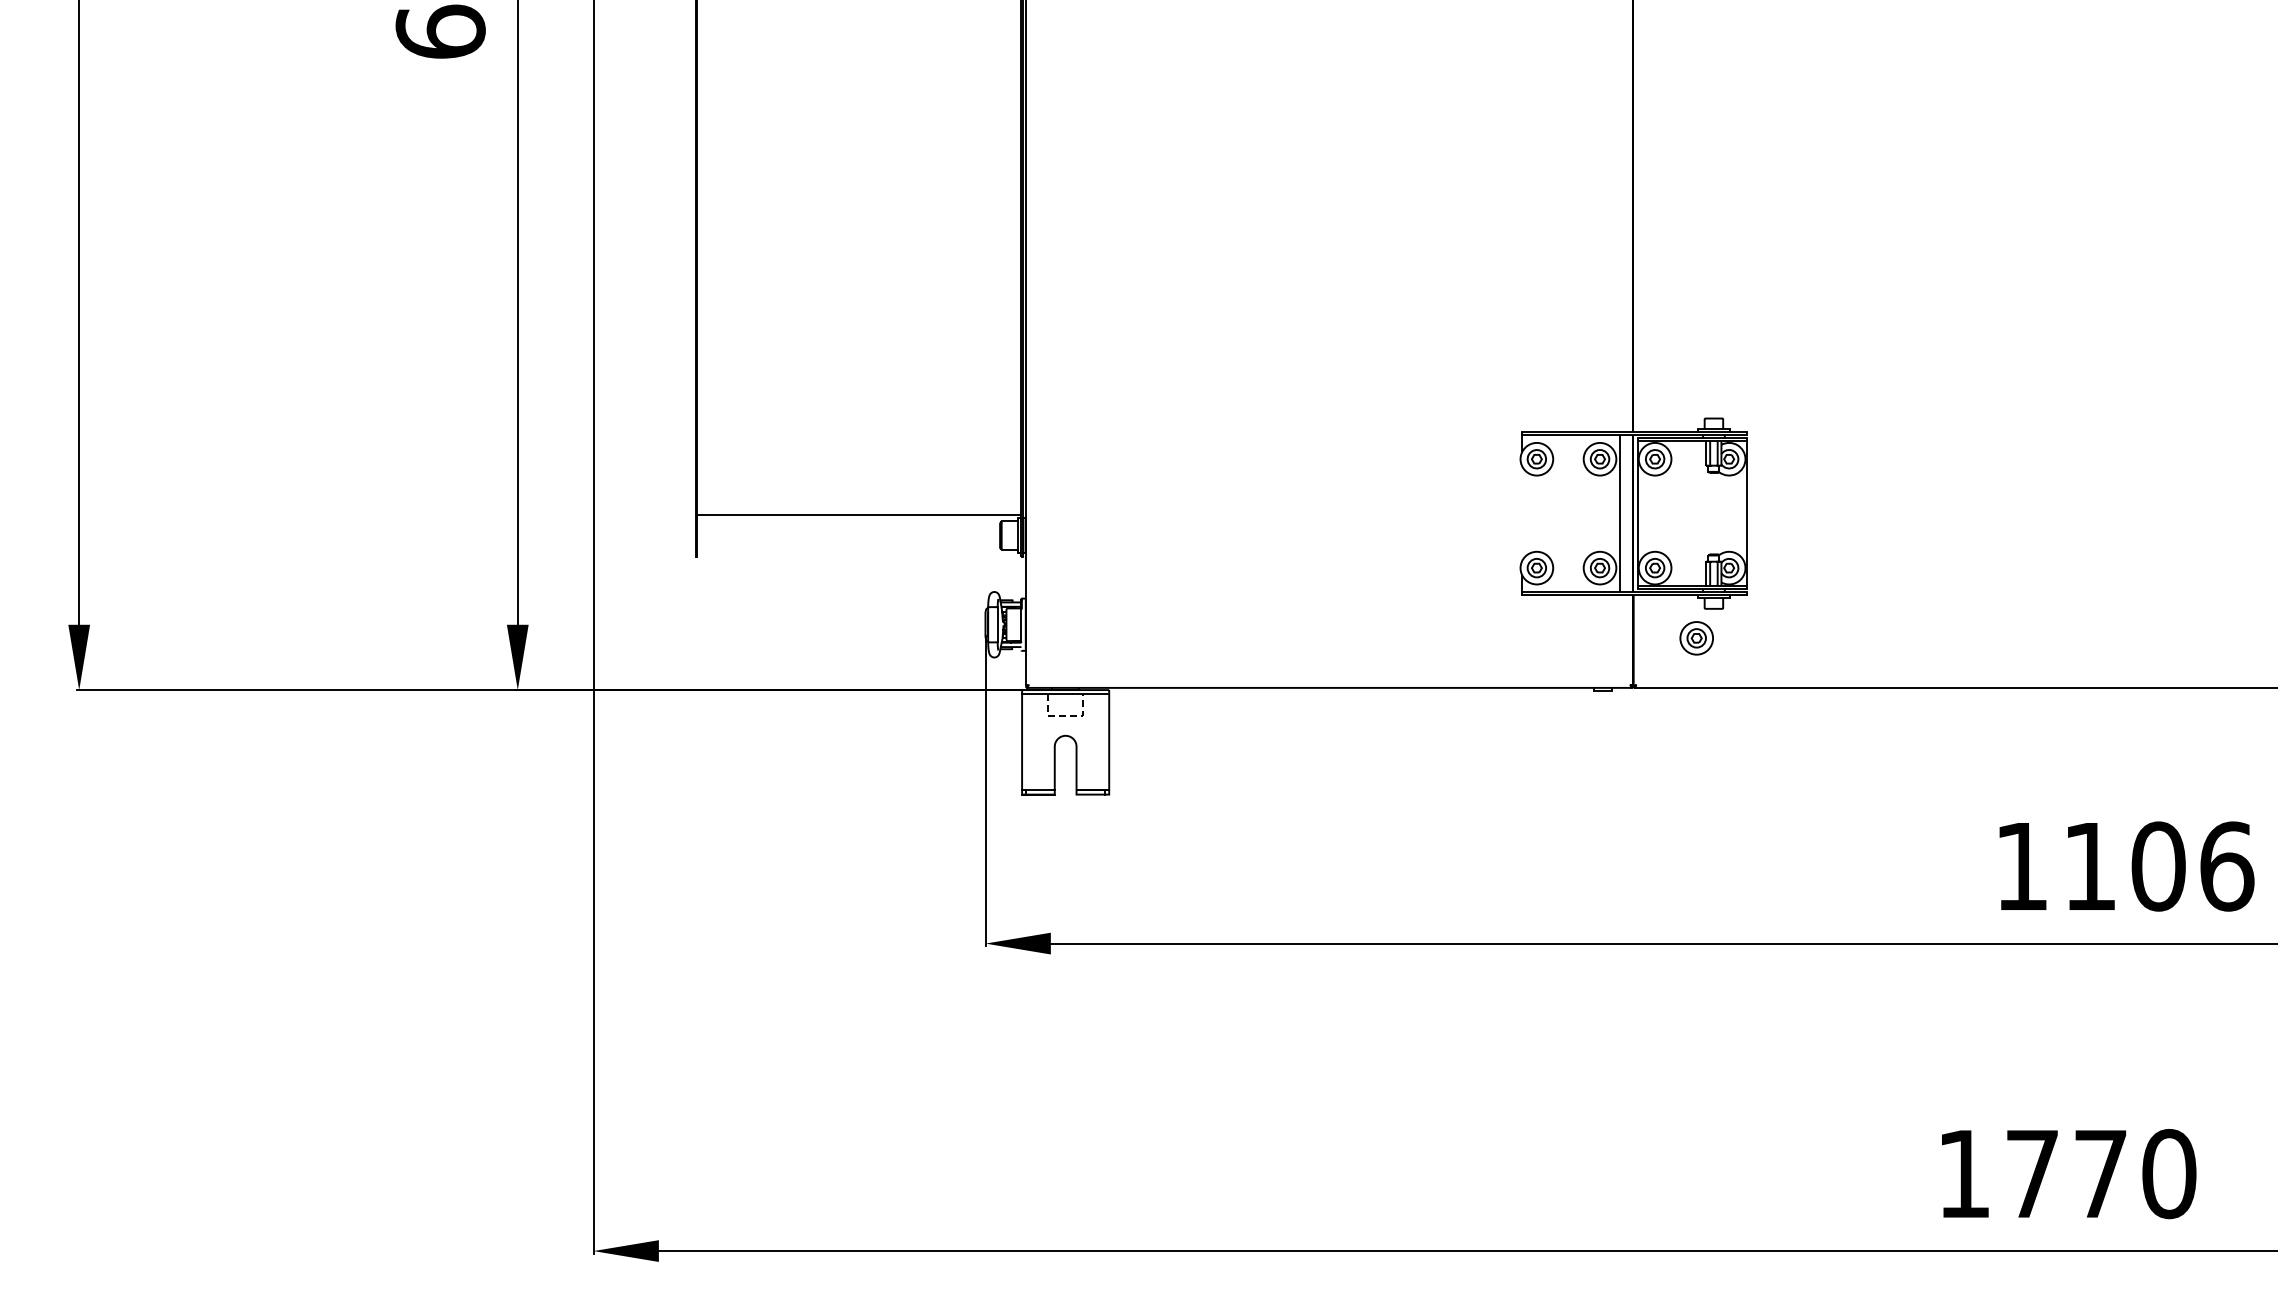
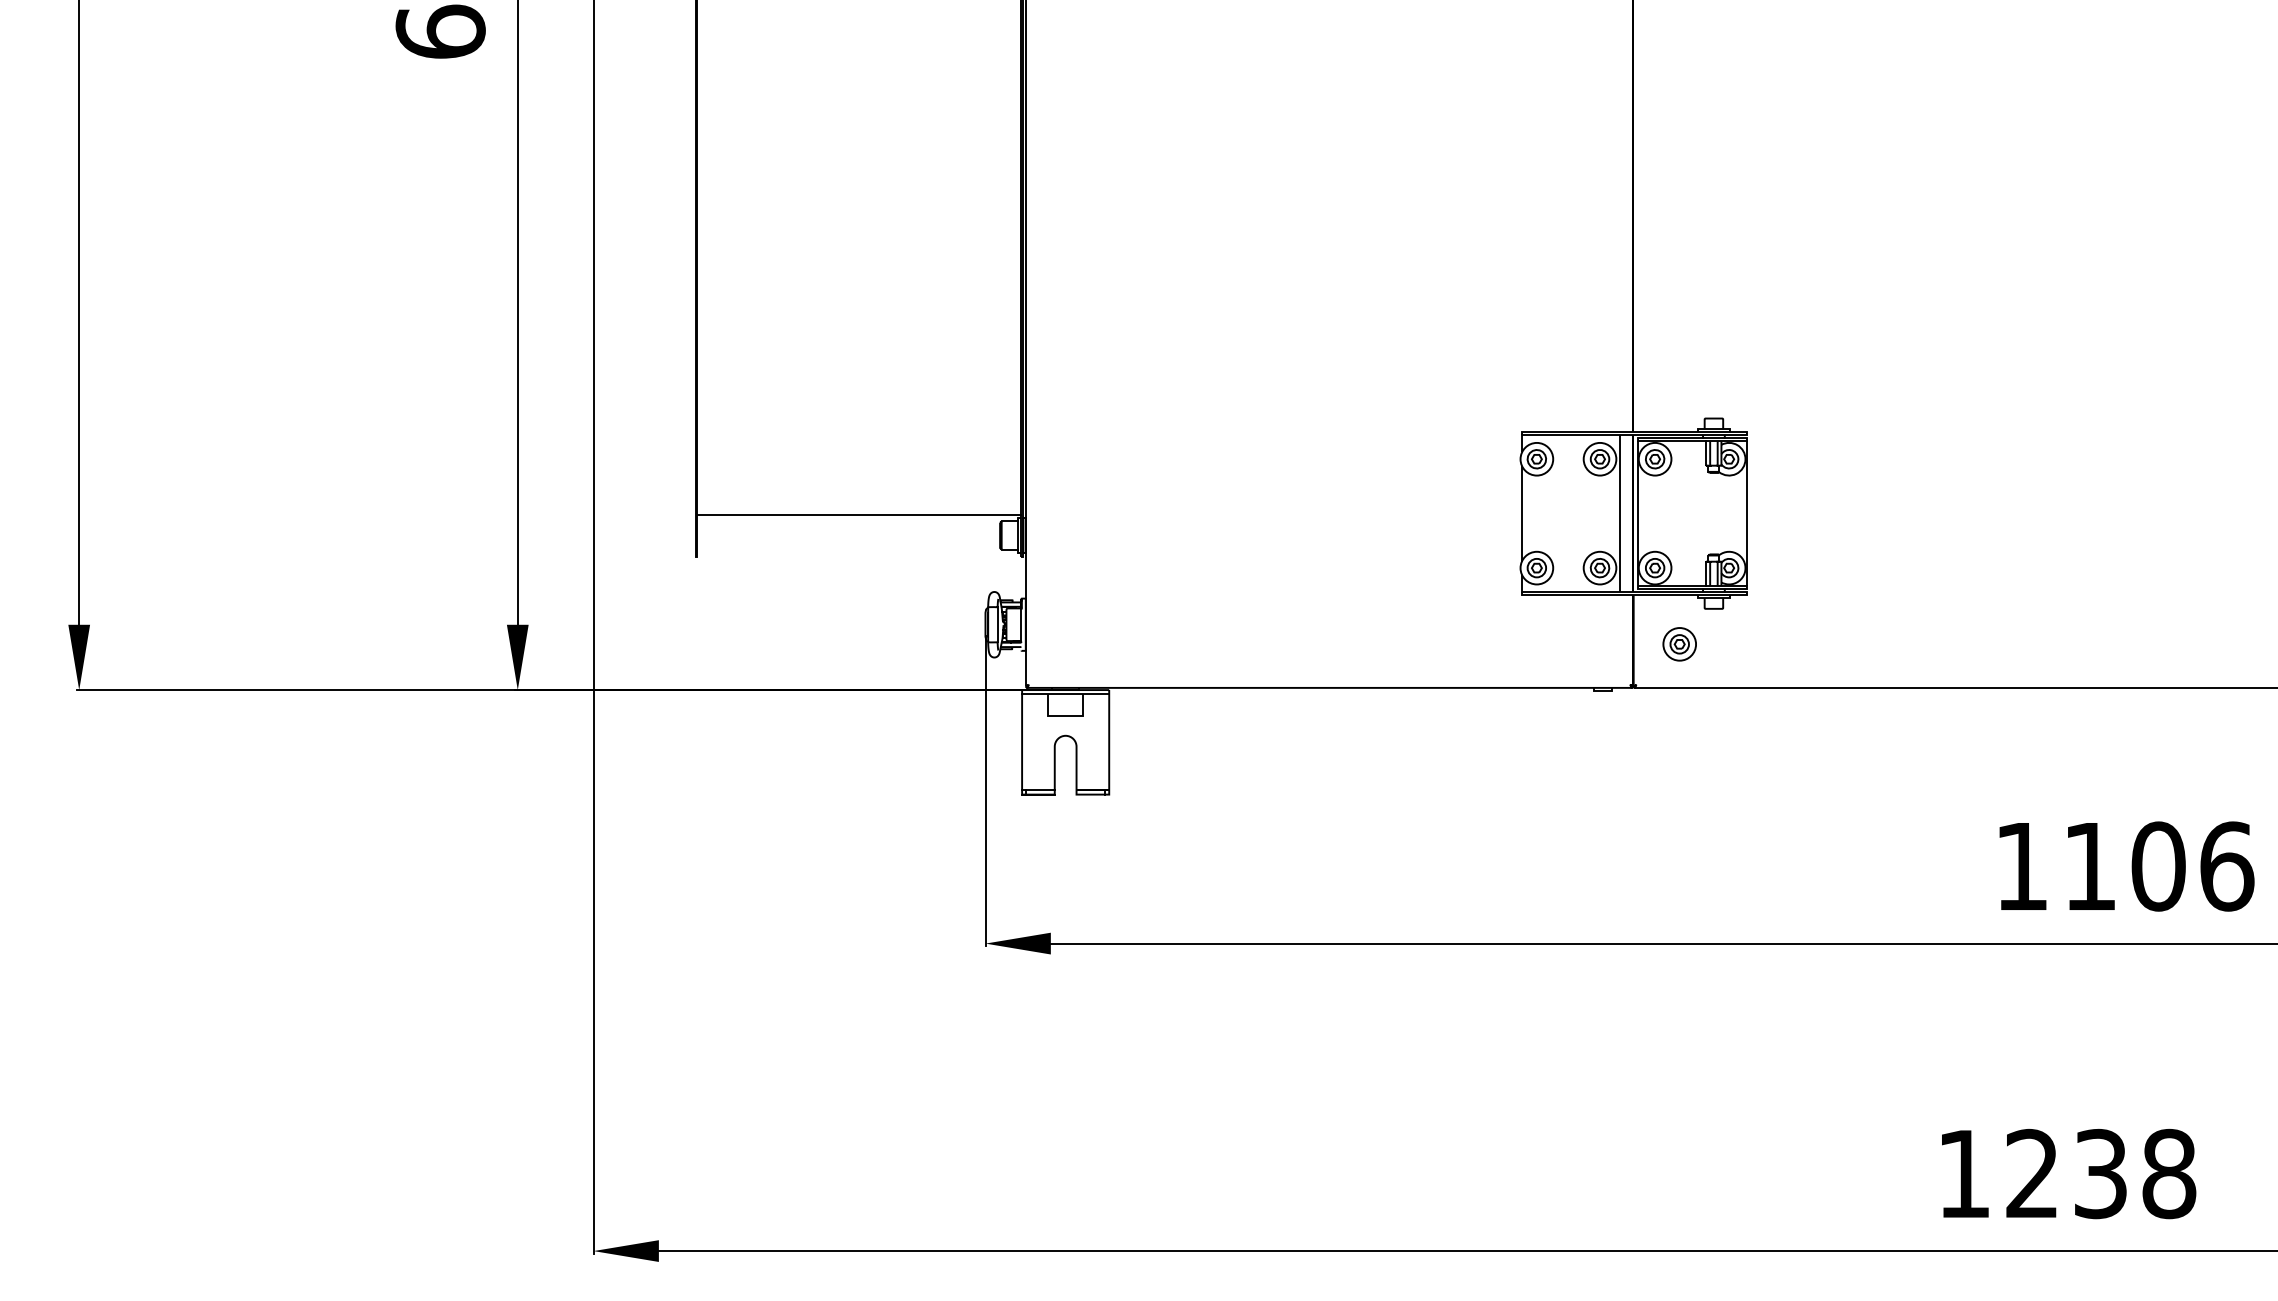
line at (1522, 513): none -> present
part at (1696, 638) position: (1696, 638) -> (1679, 644)
line at (1066, 716): dashed -> solid
text at (2101, 1173): 1770 -> 1238
